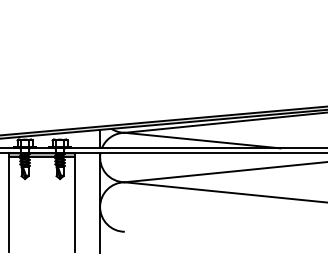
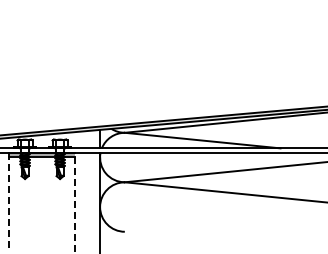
line at (75, 202): solid -> dashed
line at (9, 203): solid -> dashed
